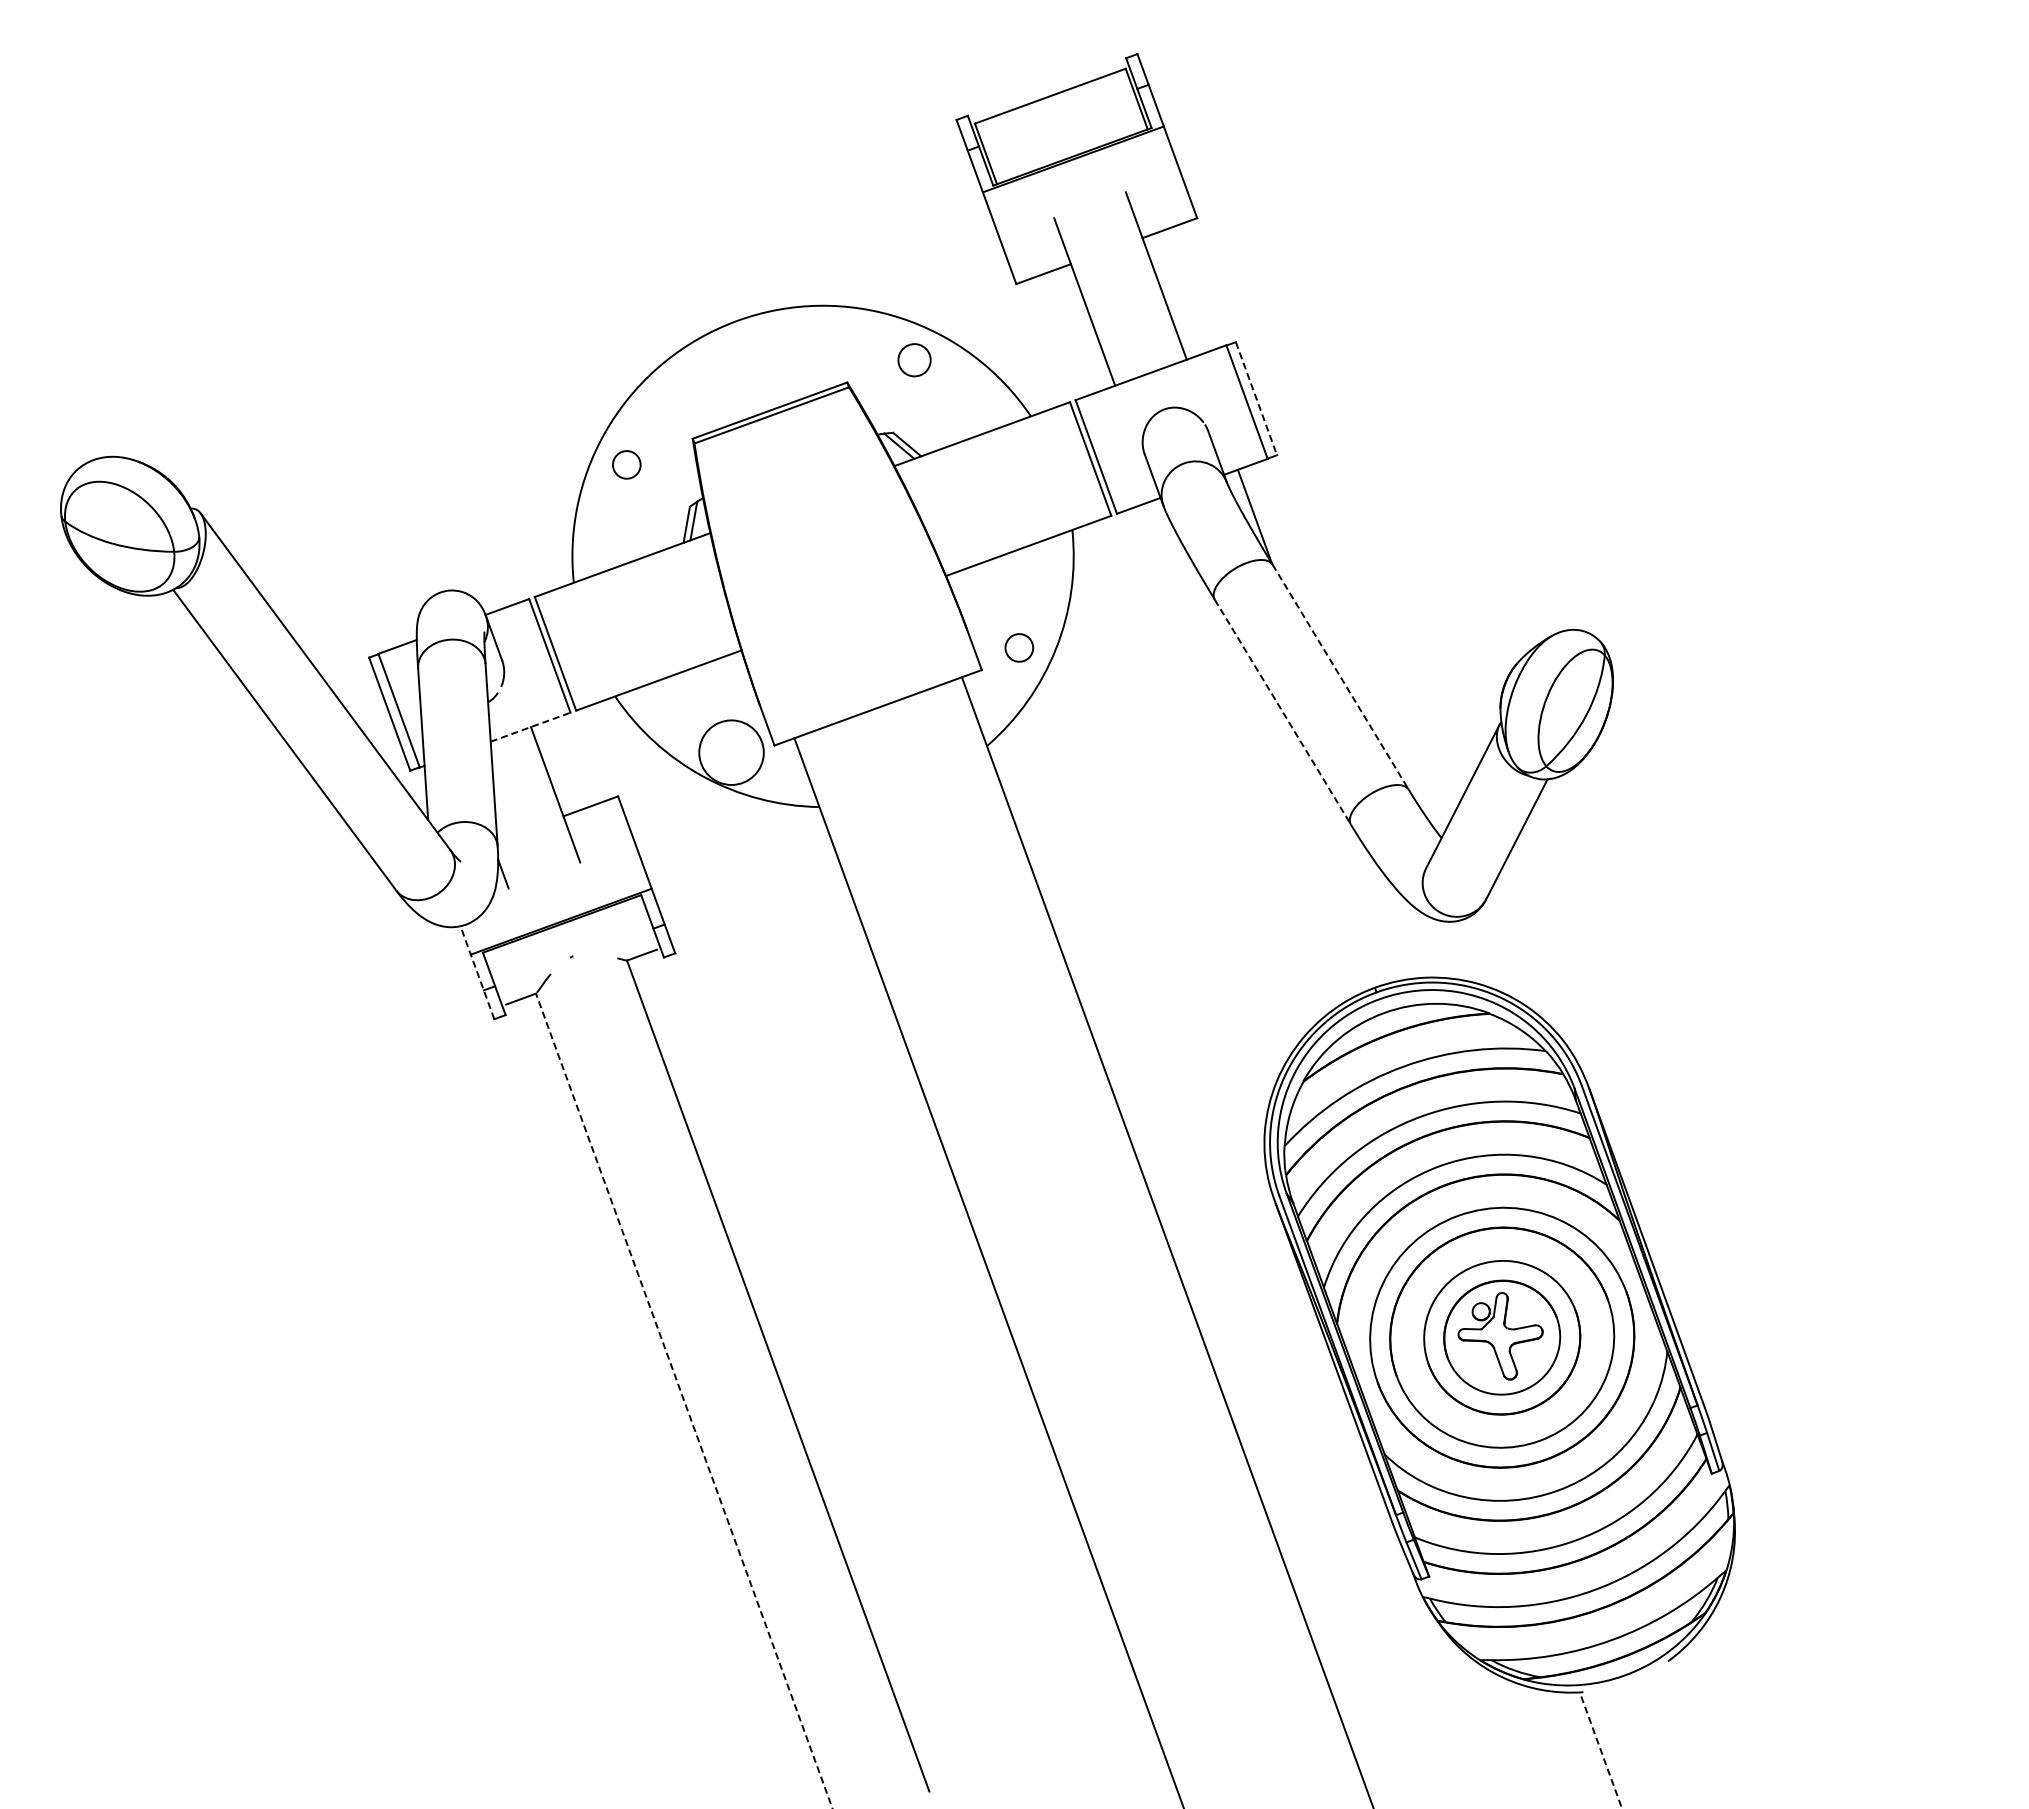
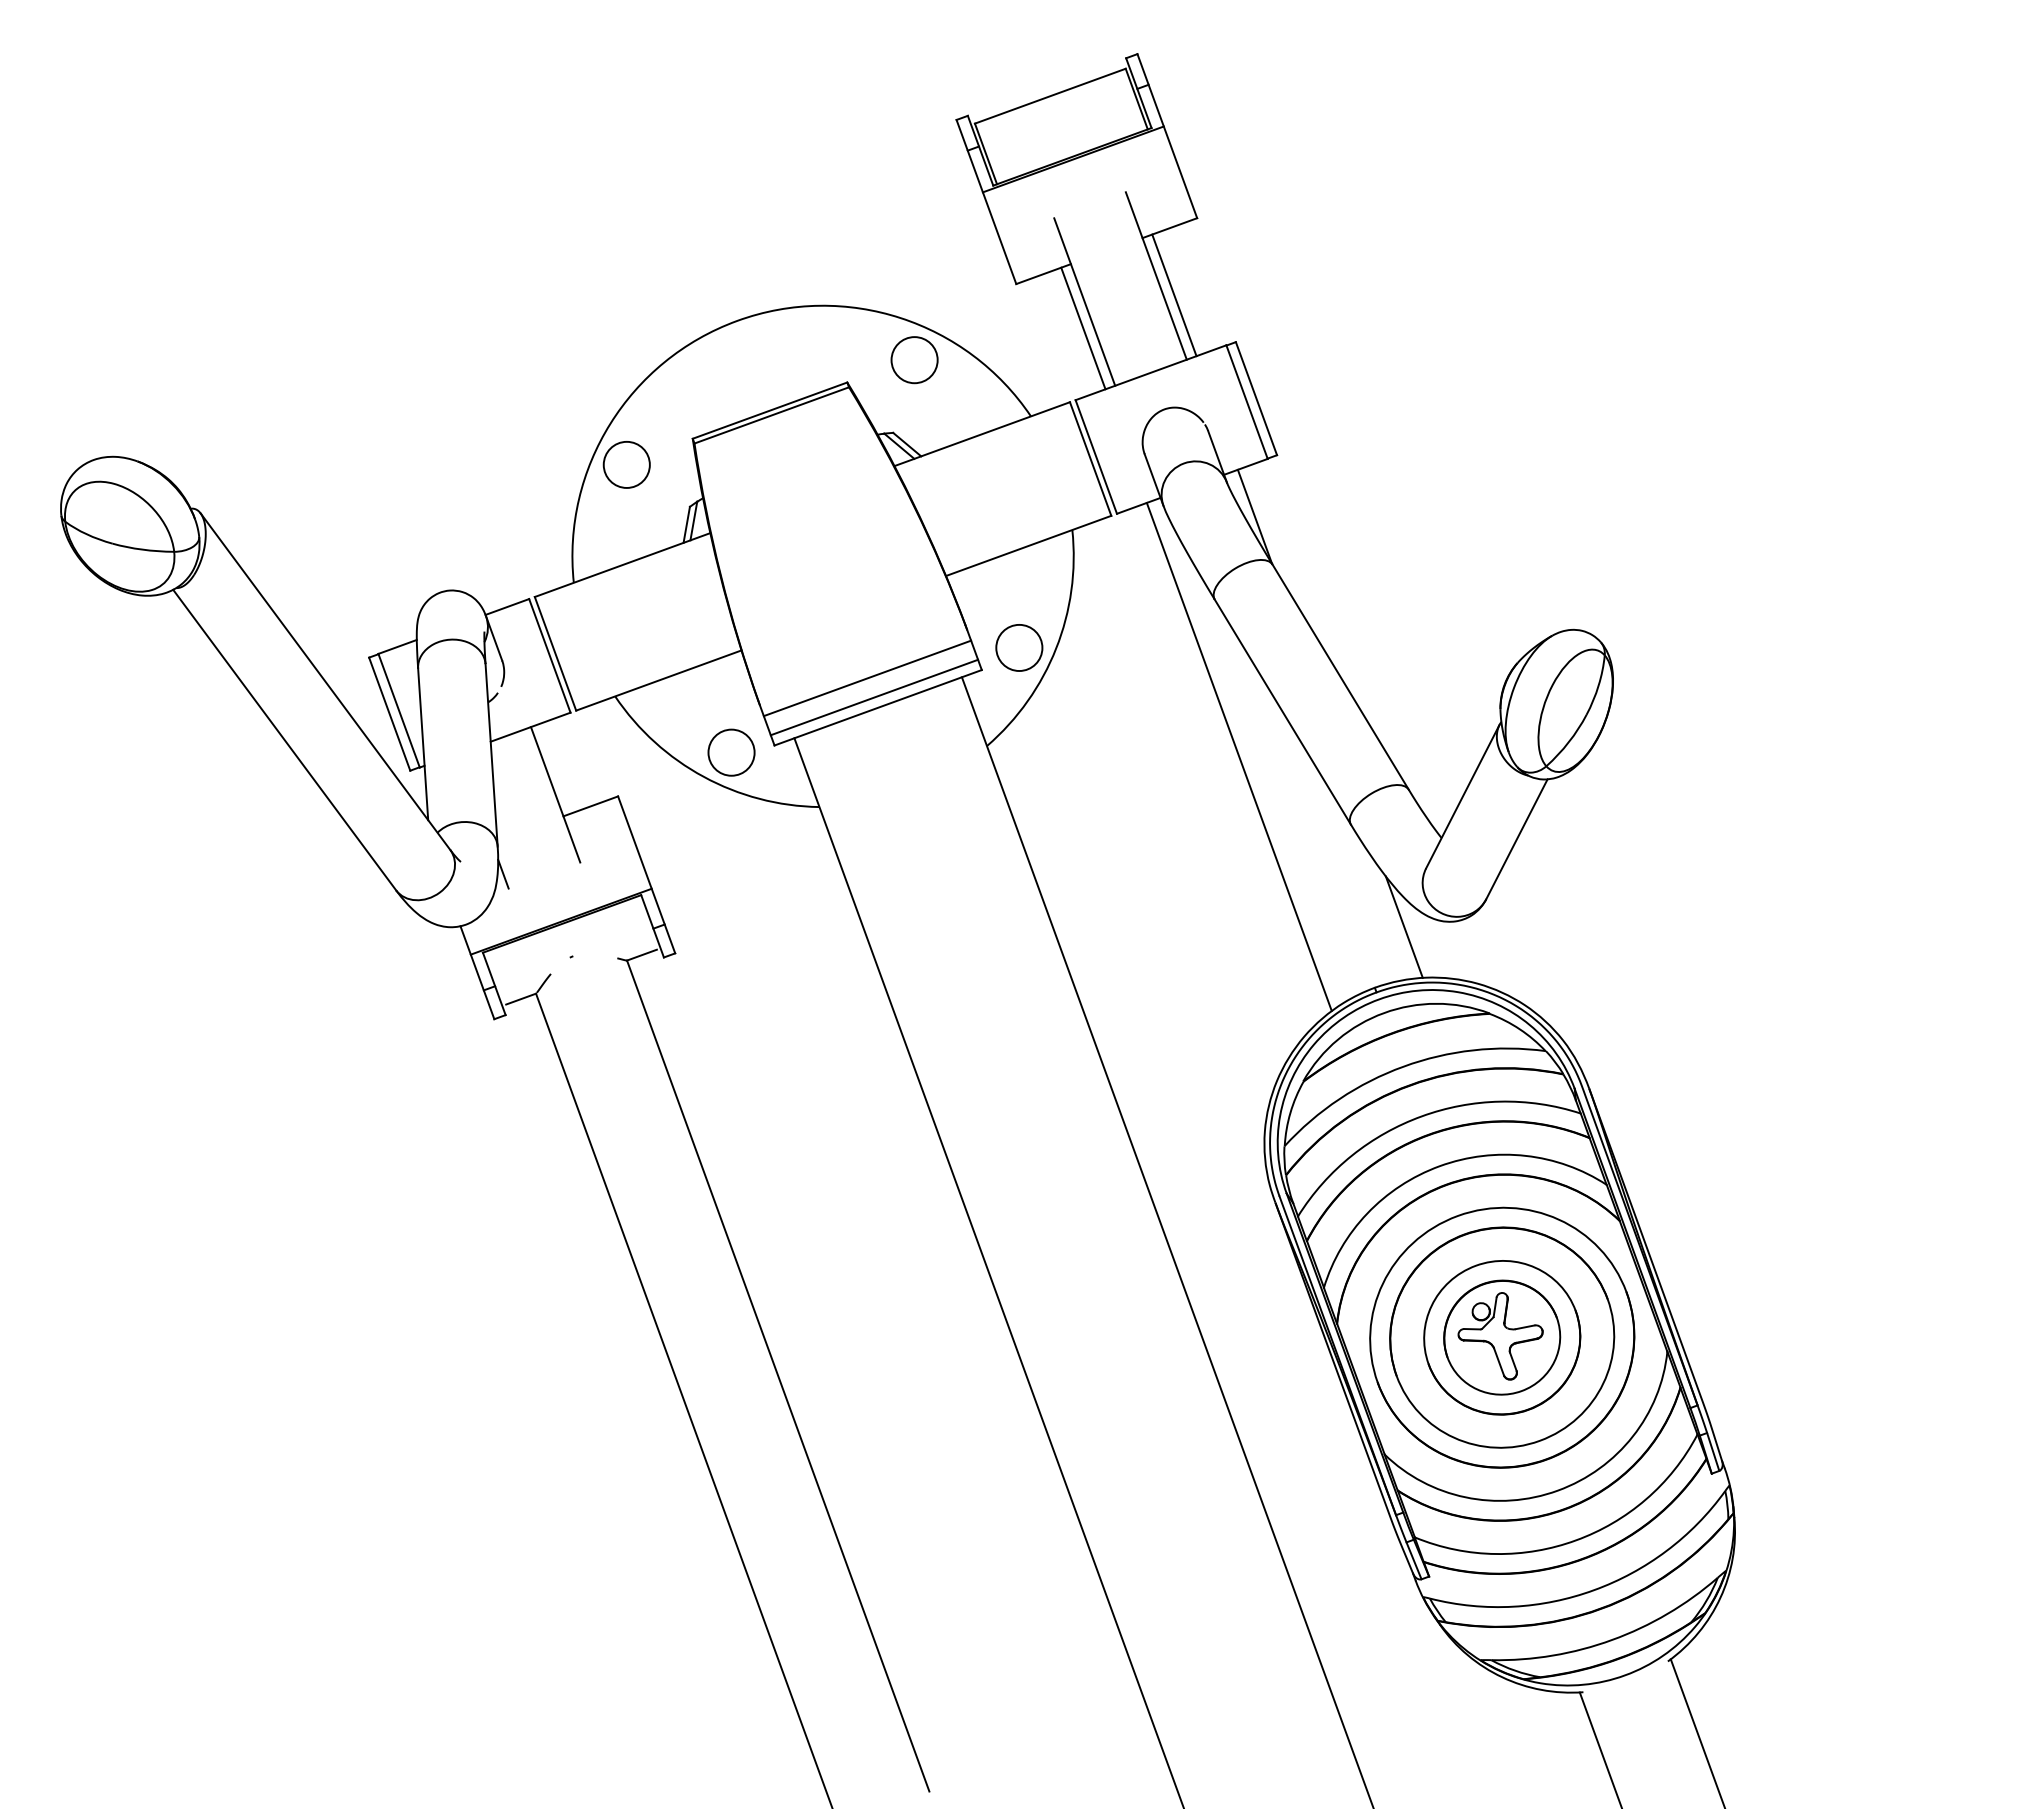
line at (1174, 295): none -> present
line at (1083, 328): none -> present
circle at (914, 360) size: 35x35 px -> 49x49 px
line at (1256, 399): dashed -> solid
circle at (626, 464) diameter: 28 px -> 46 px
circle at (1019, 647) diameter: 28 px -> 46 px
line at (1340, 677): dashed -> solid
line at (867, 678): none -> present
line at (874, 697): none -> present
line at (1282, 712): dashed -> solid
line at (531, 727): dashed -> solid
circle at (731, 752) diameter: 65 px -> 46 px
line at (1238, 756): none -> present
line at (1403, 926): none -> present
line at (477, 972): dashed -> solid
line at (684, 1401): dashed -> solid
line at (1697, 1732): none -> present
line at (1600, 1750): dashed -> solid
